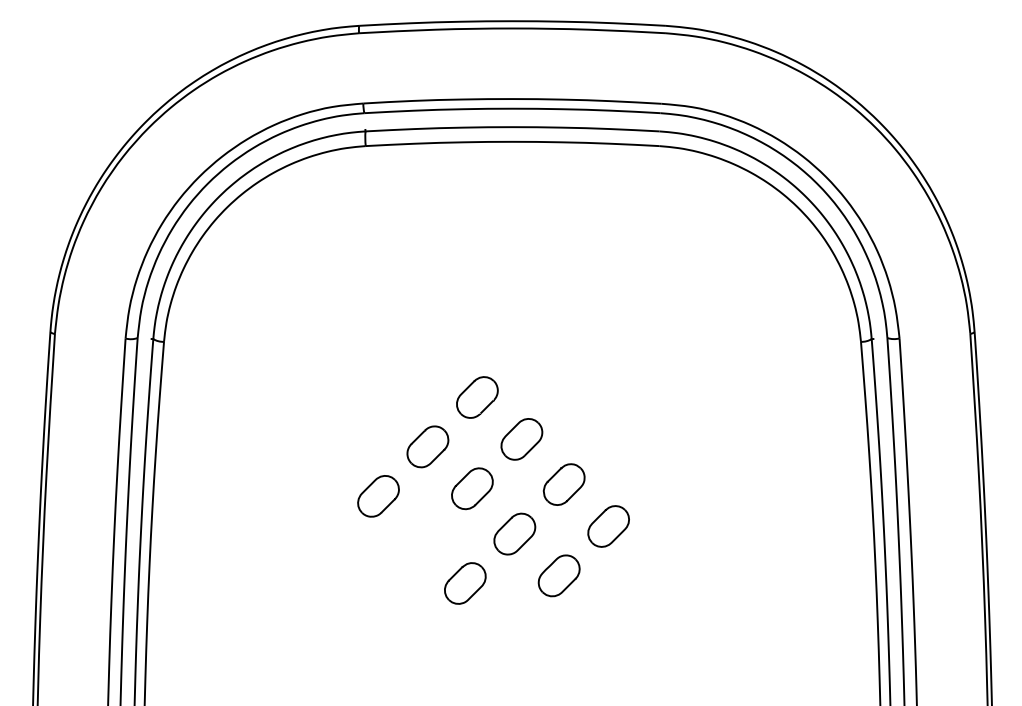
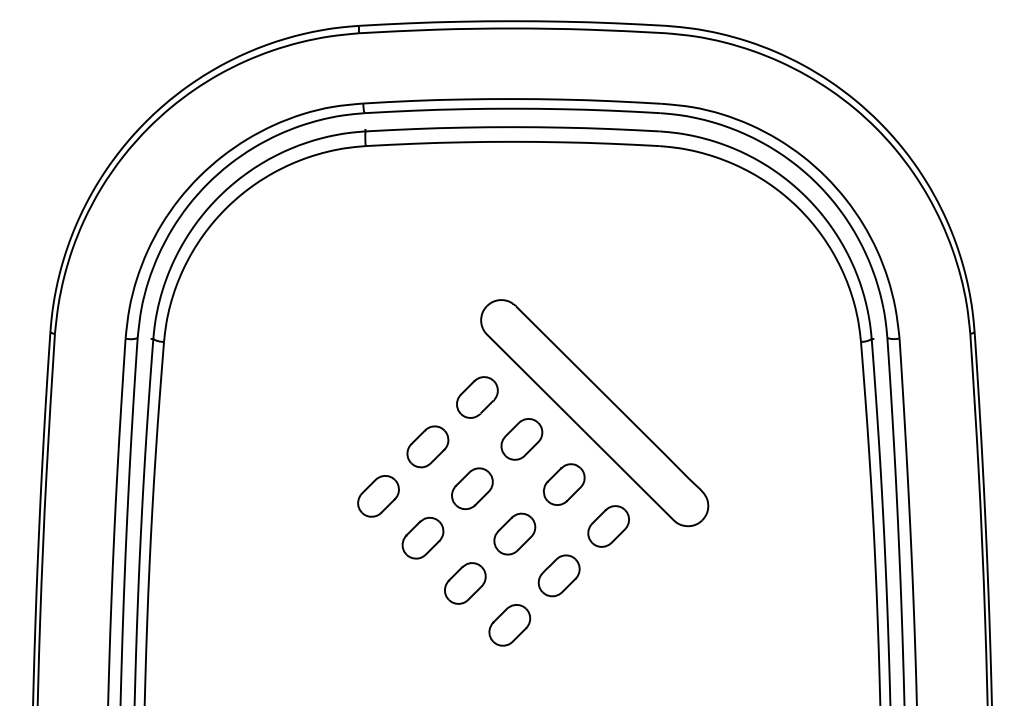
part at (594, 413): none -> present
part at (422, 537): none -> present
part at (509, 625): none -> present
